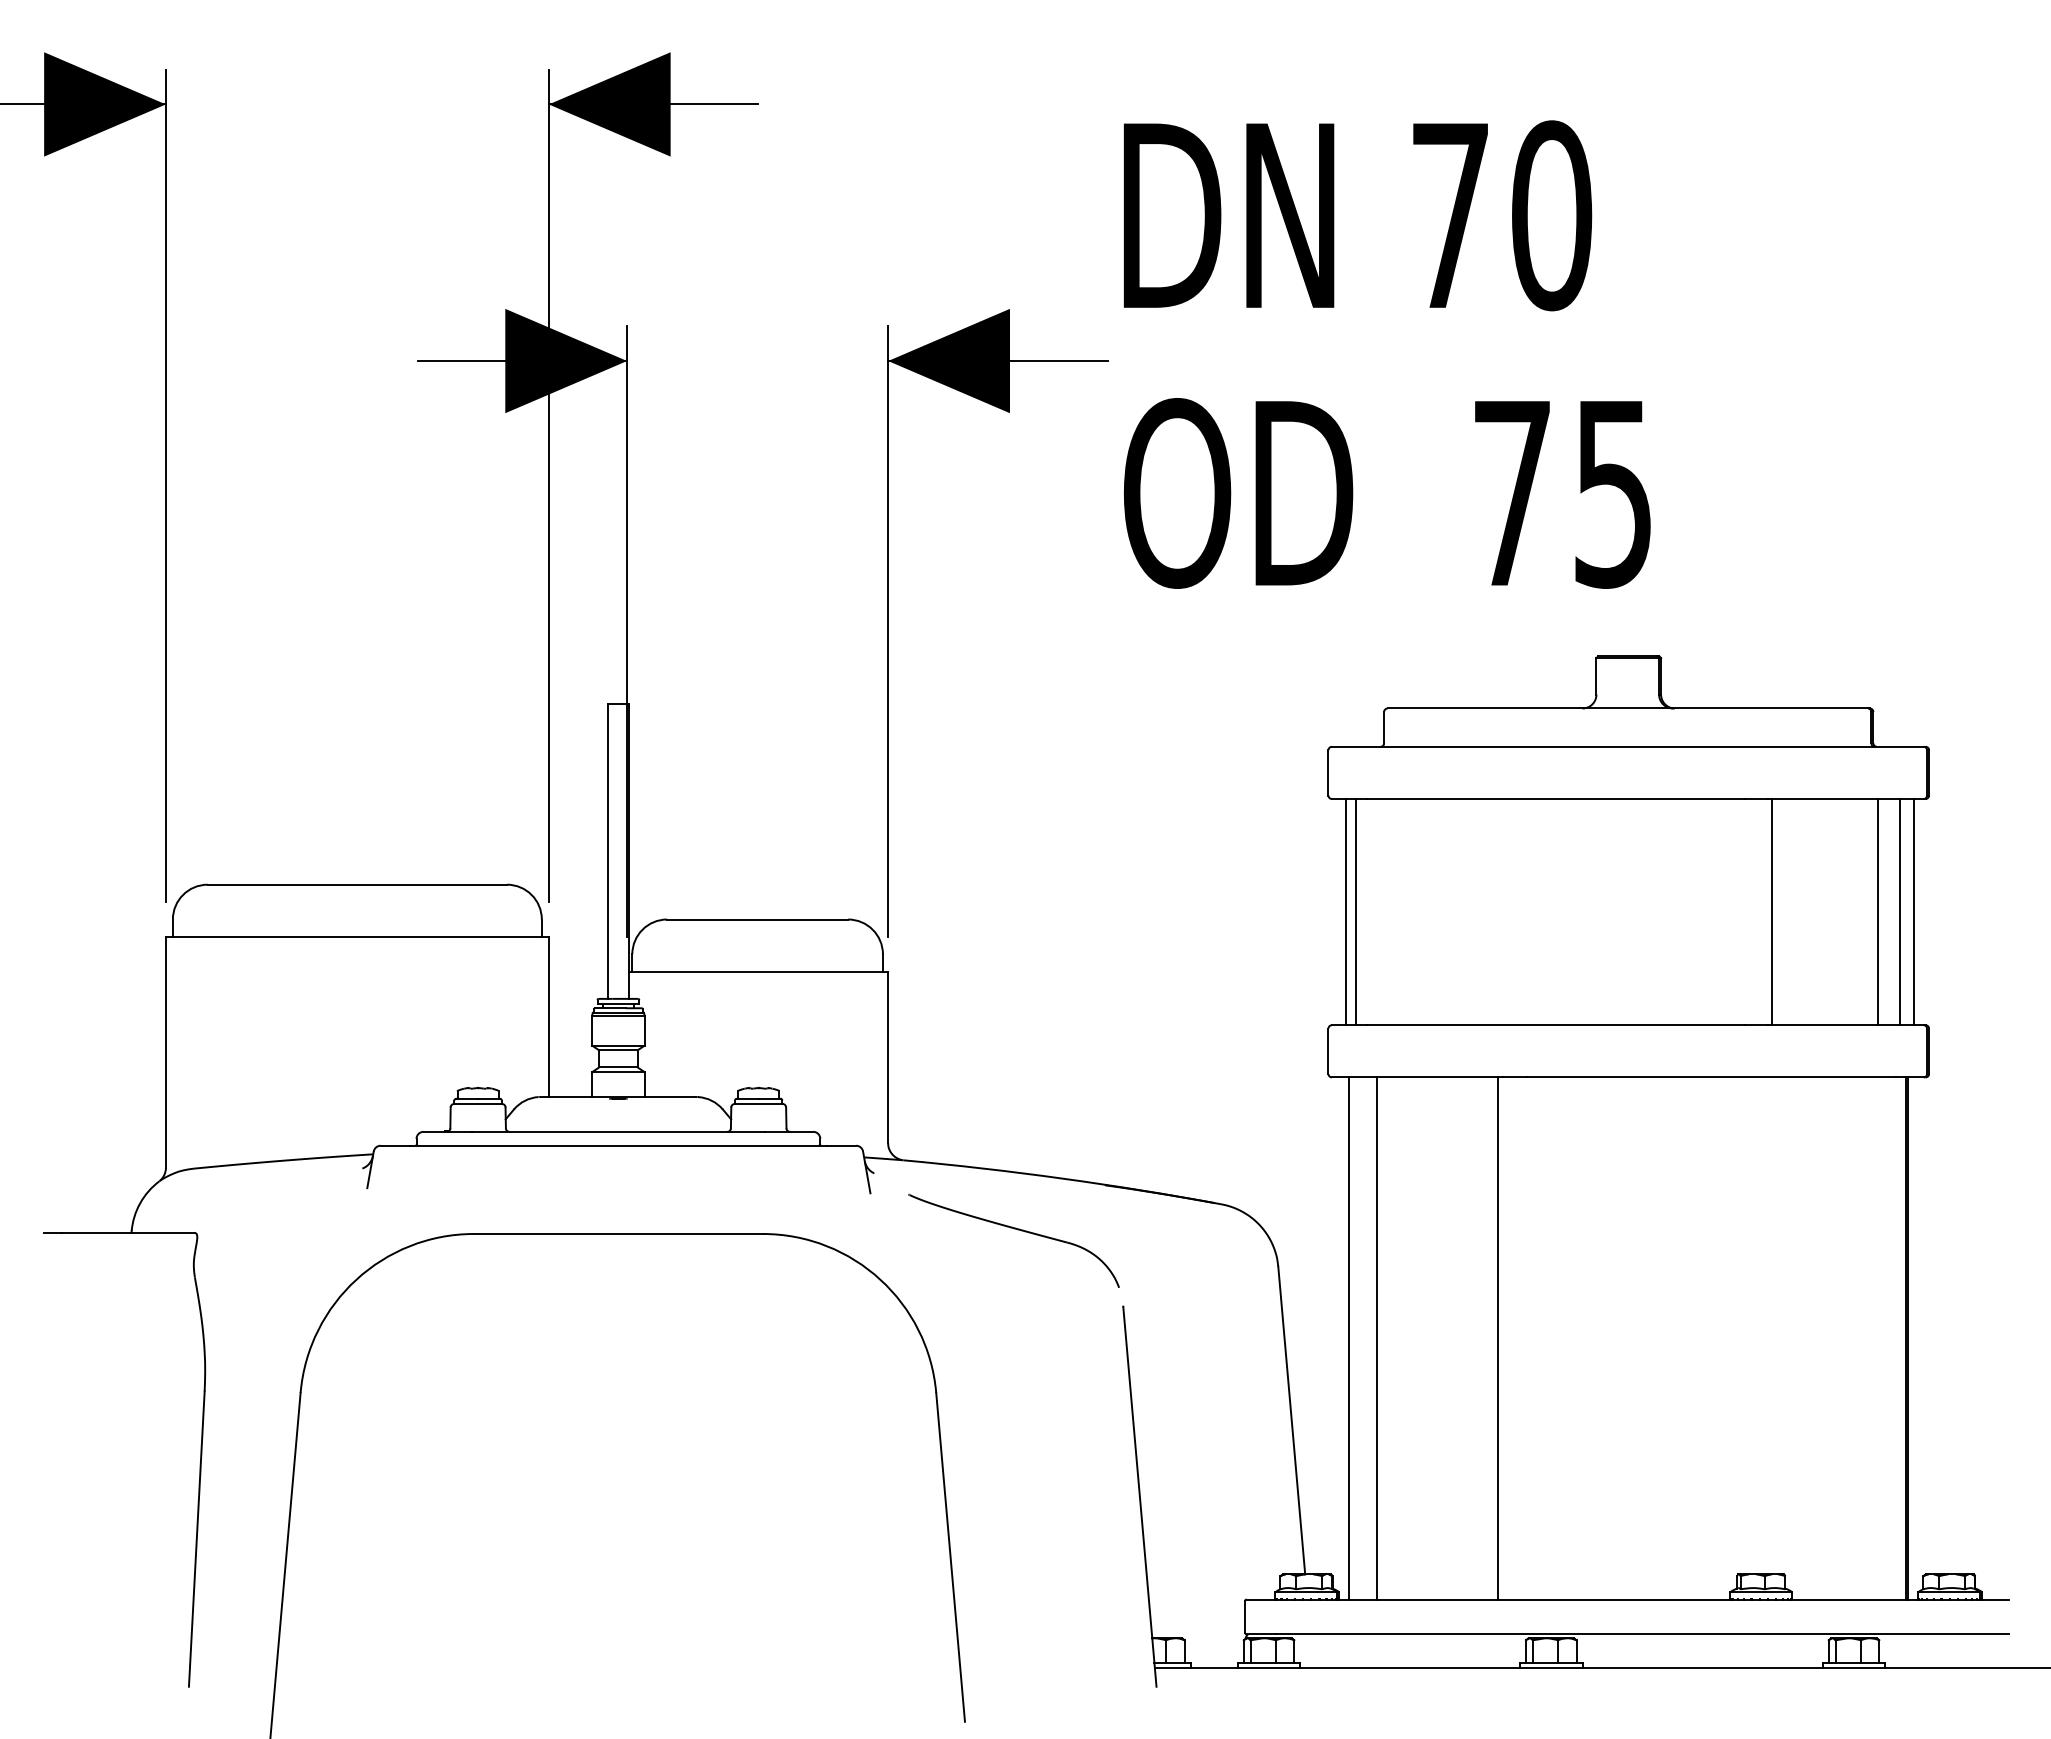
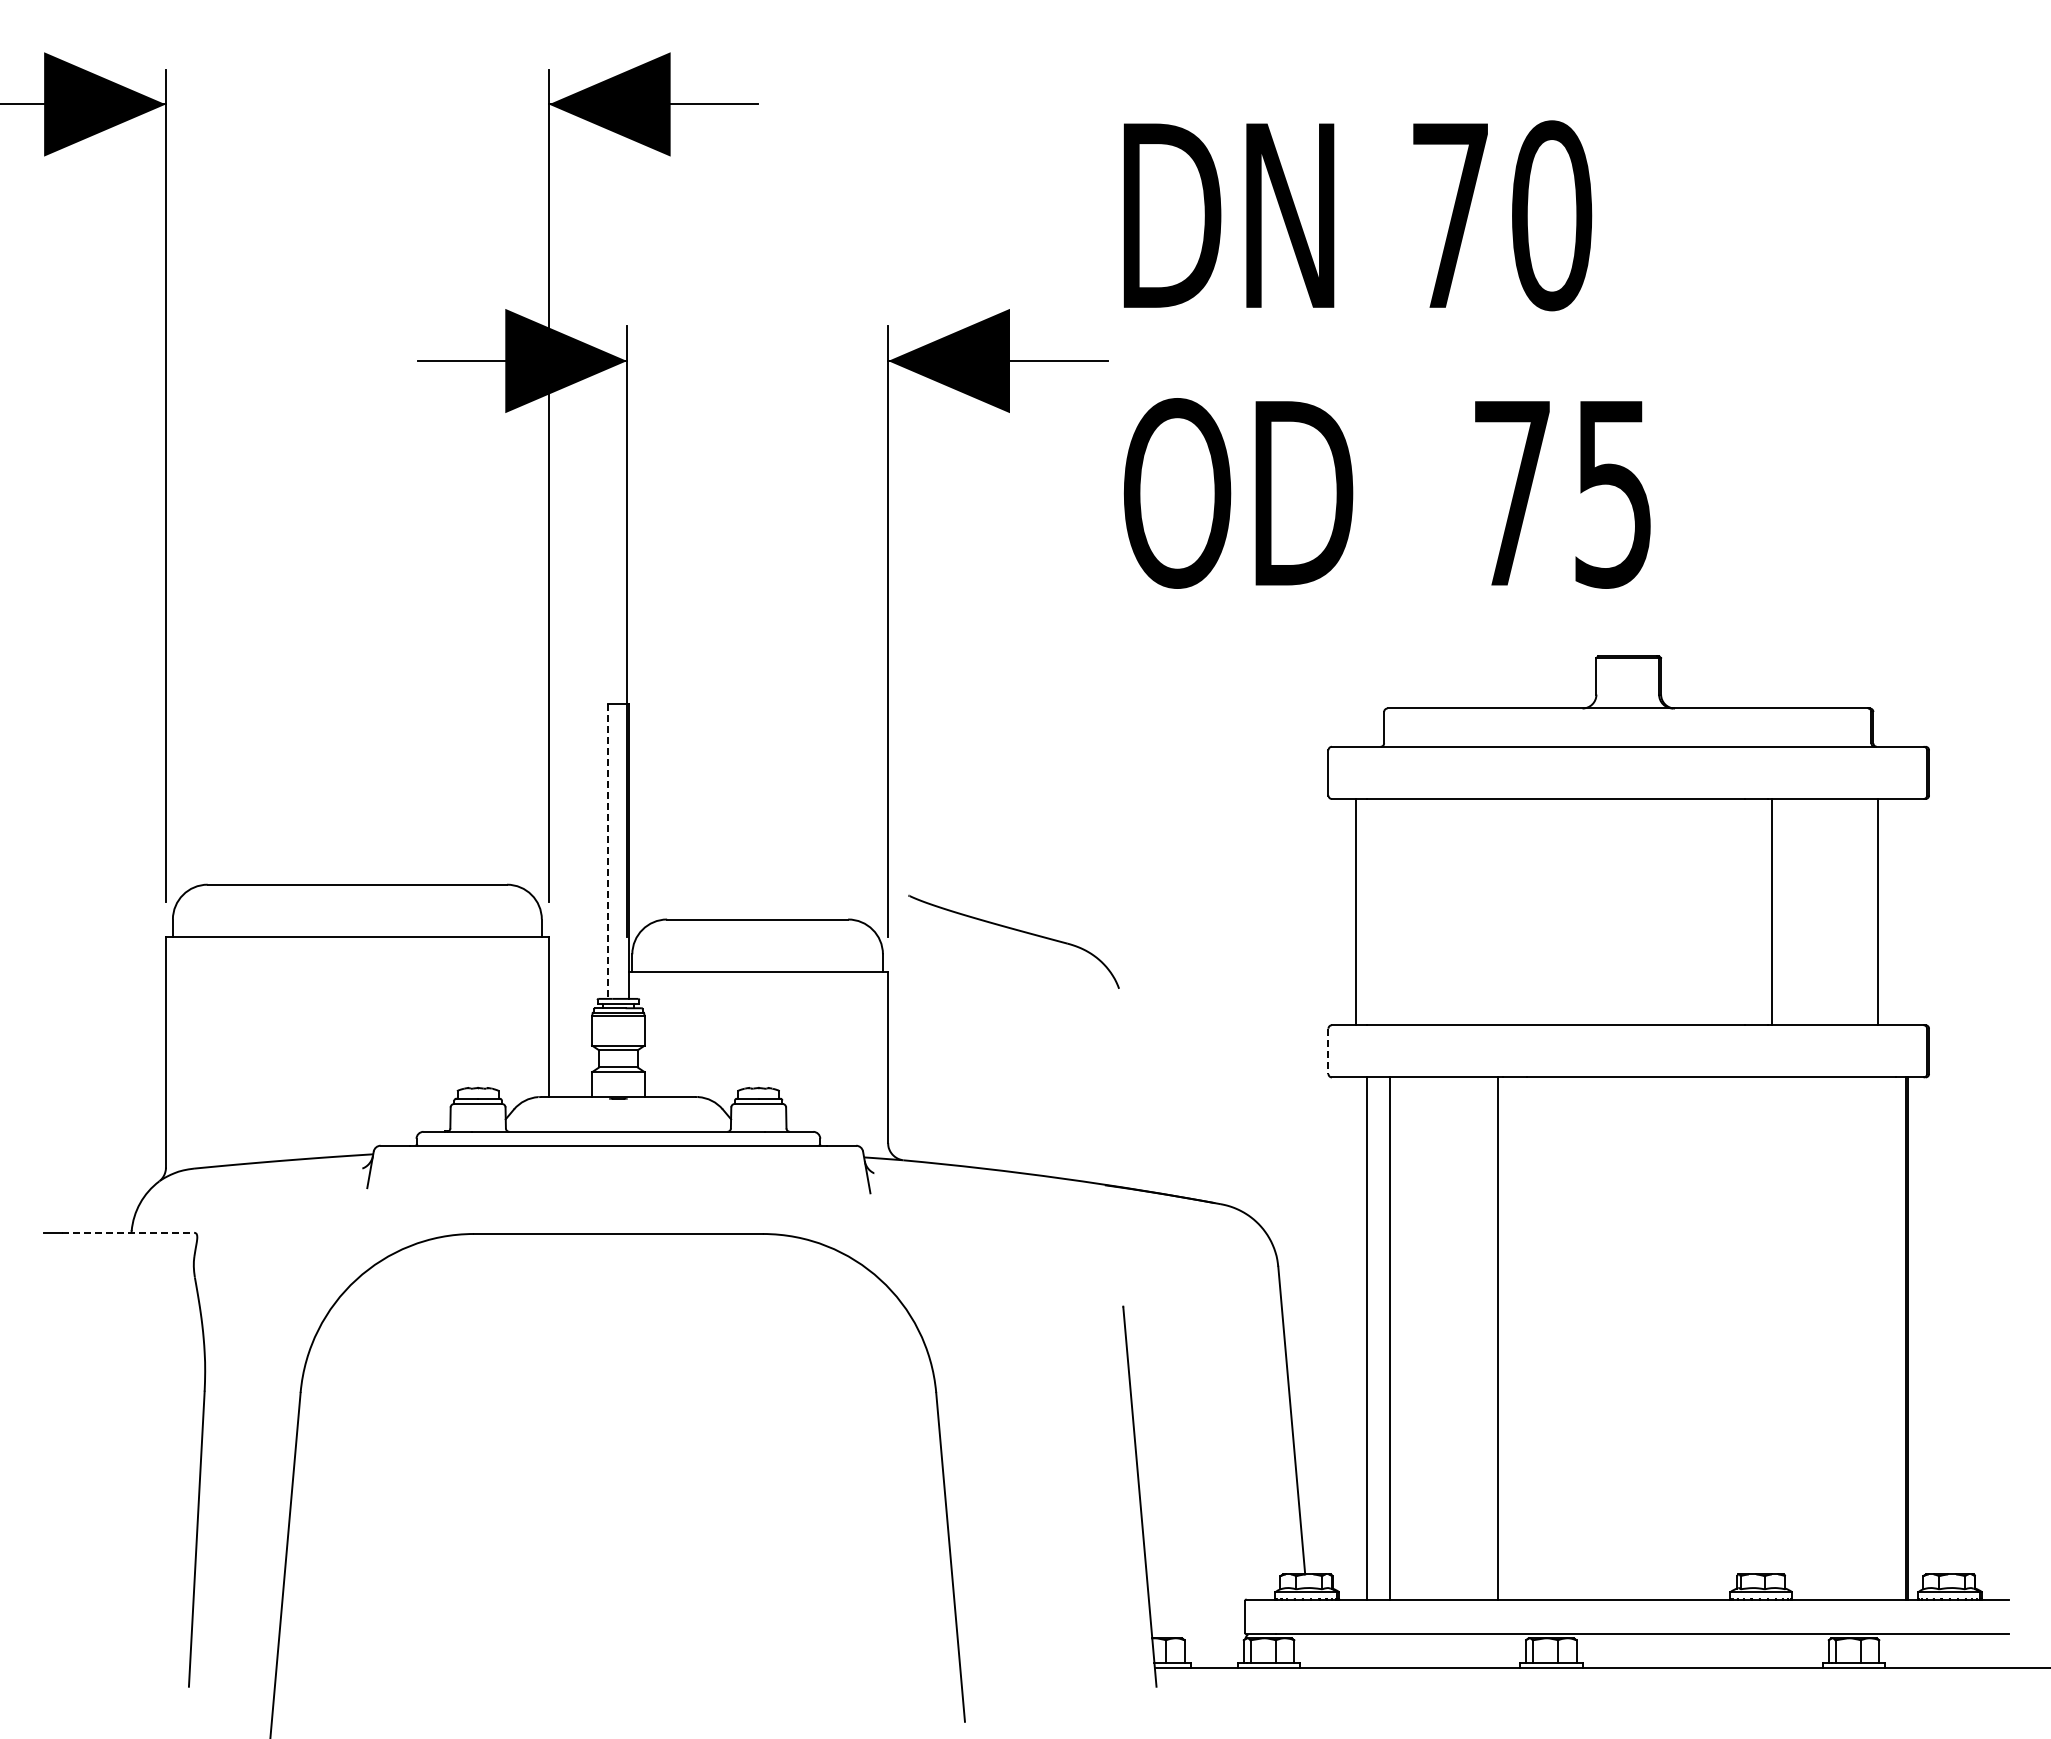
line at (607, 852): solid -> dashed
line at (1345, 911): present -> none
line at (1899, 911): present -> none
line at (1913, 911): present -> none
line at (1328, 1051): solid -> dashed
part at (1017, 1230) position: (1017, 1230) -> (1017, 931)
line at (128, 1232): solid -> dashed
line at (1349, 1338) position: (1349, 1338) -> (1367, 1338)
line at (1377, 1338) position: (1377, 1338) -> (1390, 1338)
